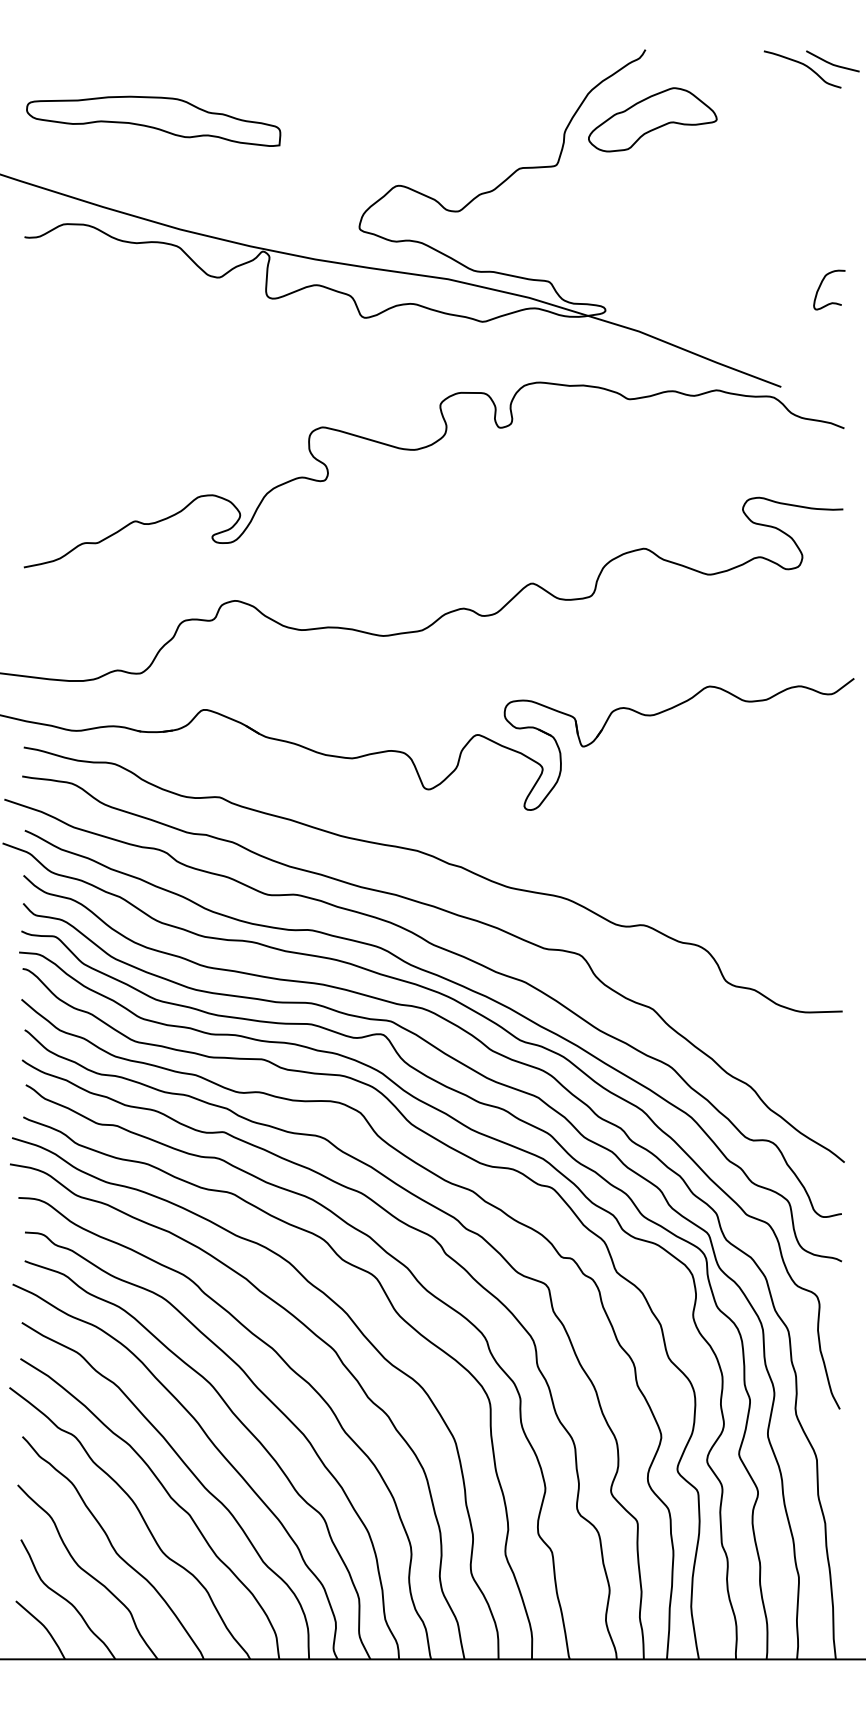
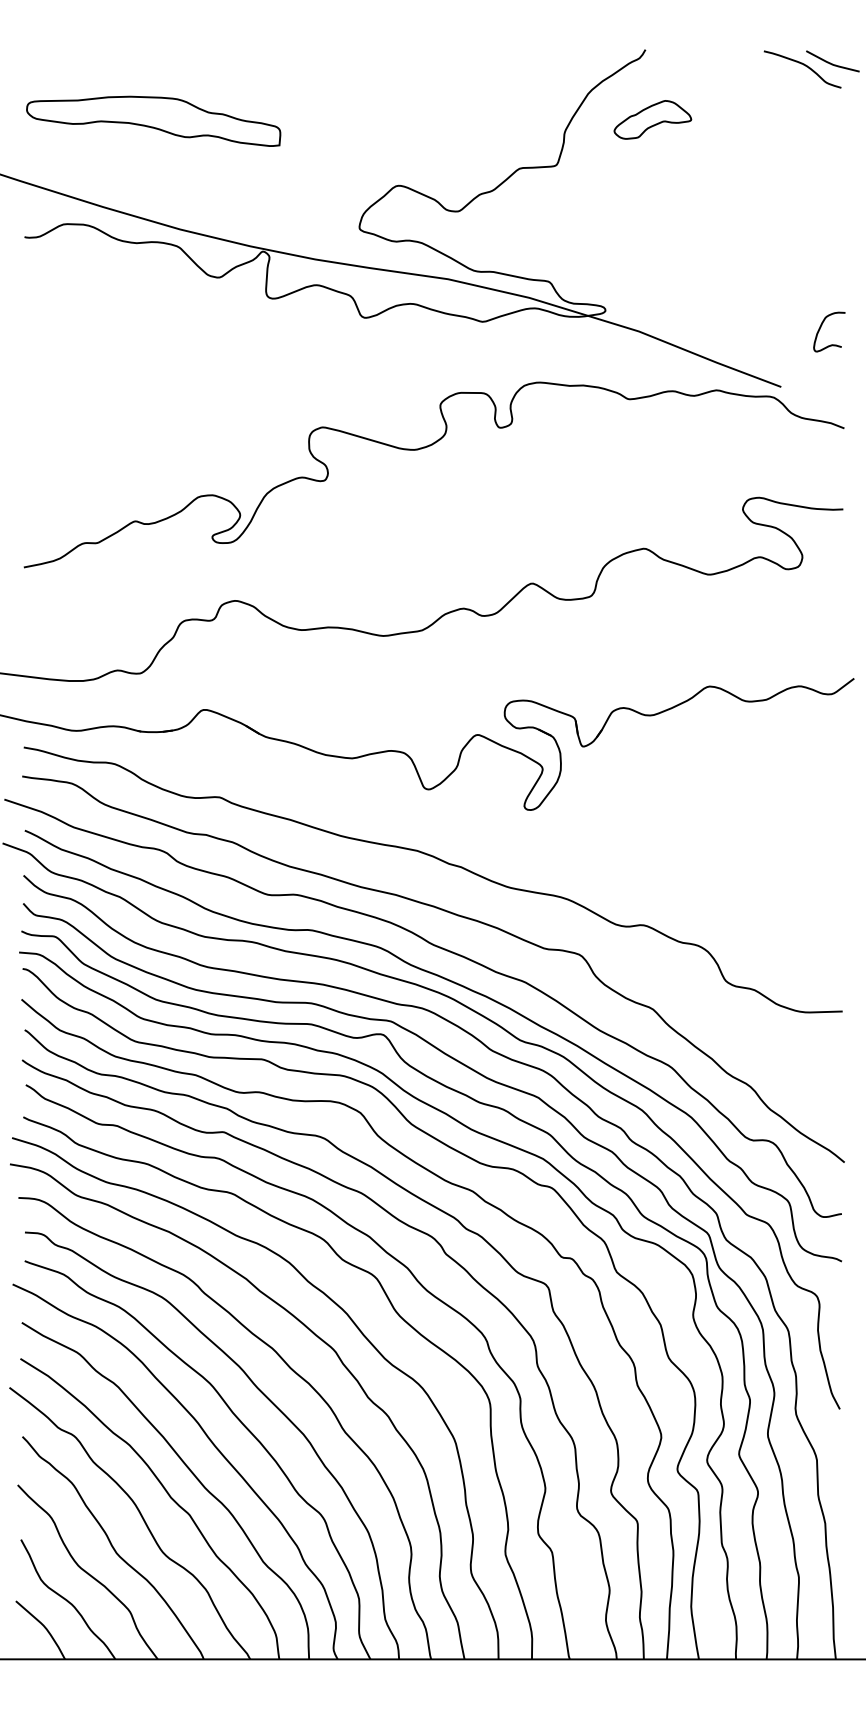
part at (652, 119) size: 130x66 px -> 80x40 px
curve at (821, 285) position: (821, 285) -> (821, 327)
